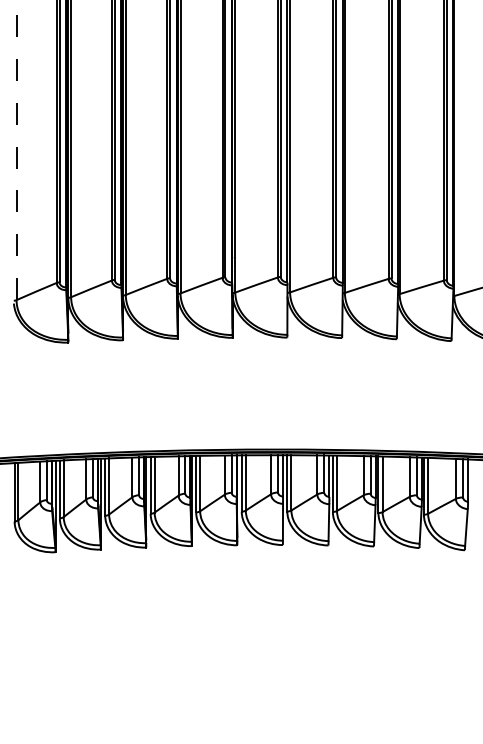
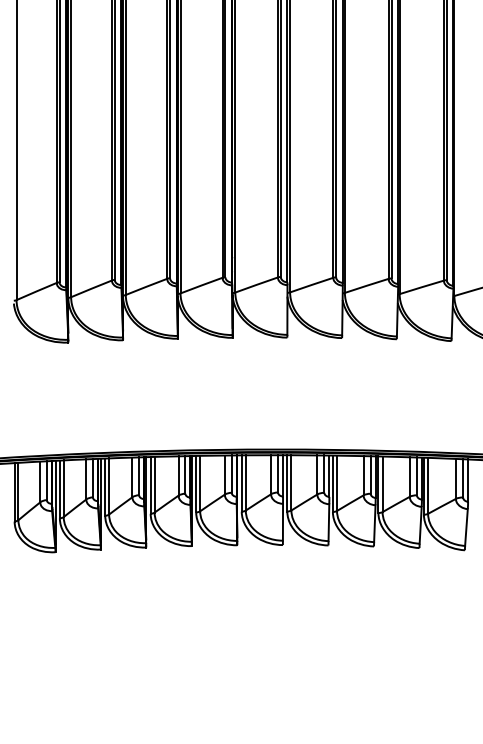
line at (16, 150): dashed -> solid
